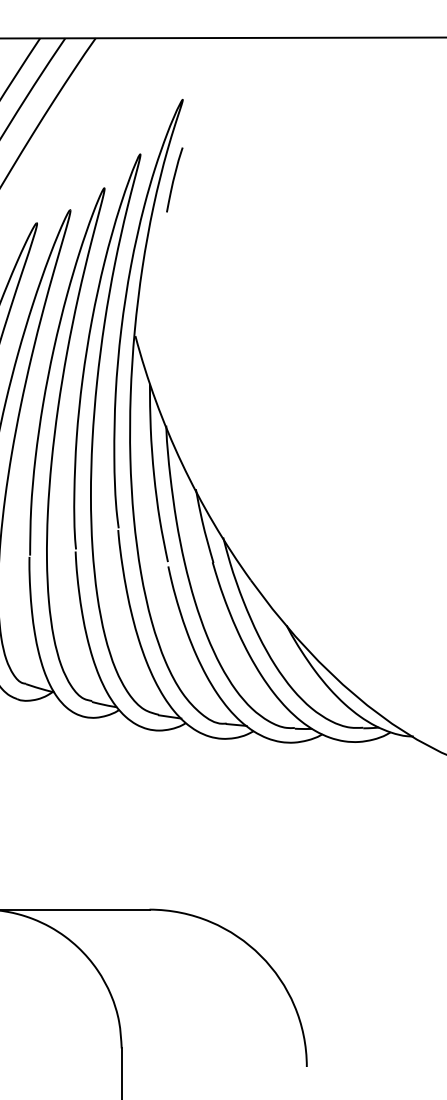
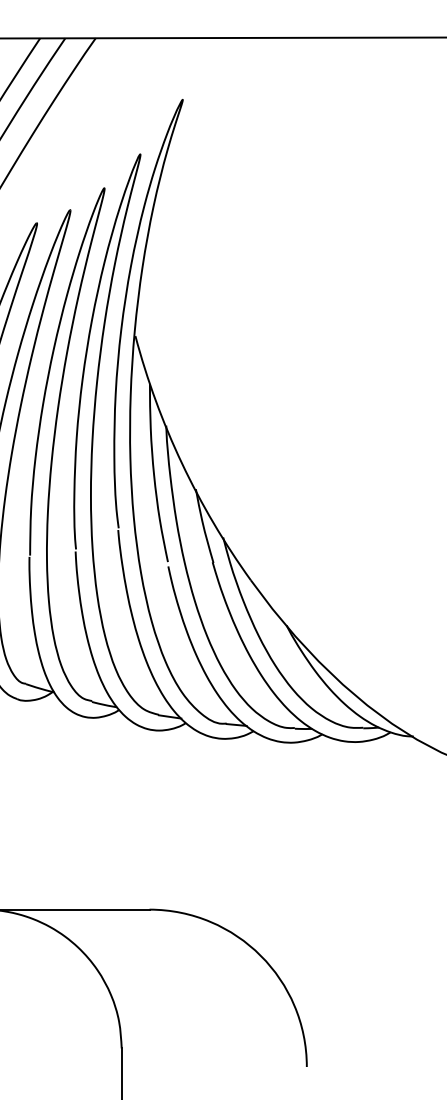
curve at (174, 179): present -> none
